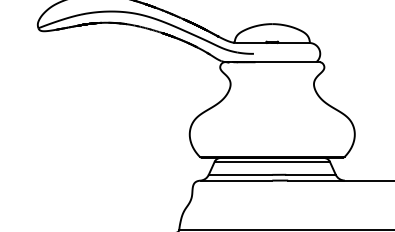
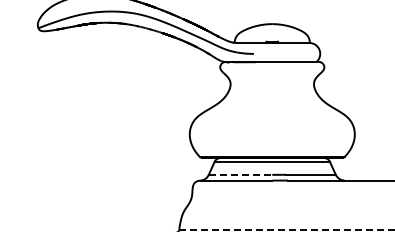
line at (240, 174): solid -> dashed
line at (287, 229): solid -> dashed
